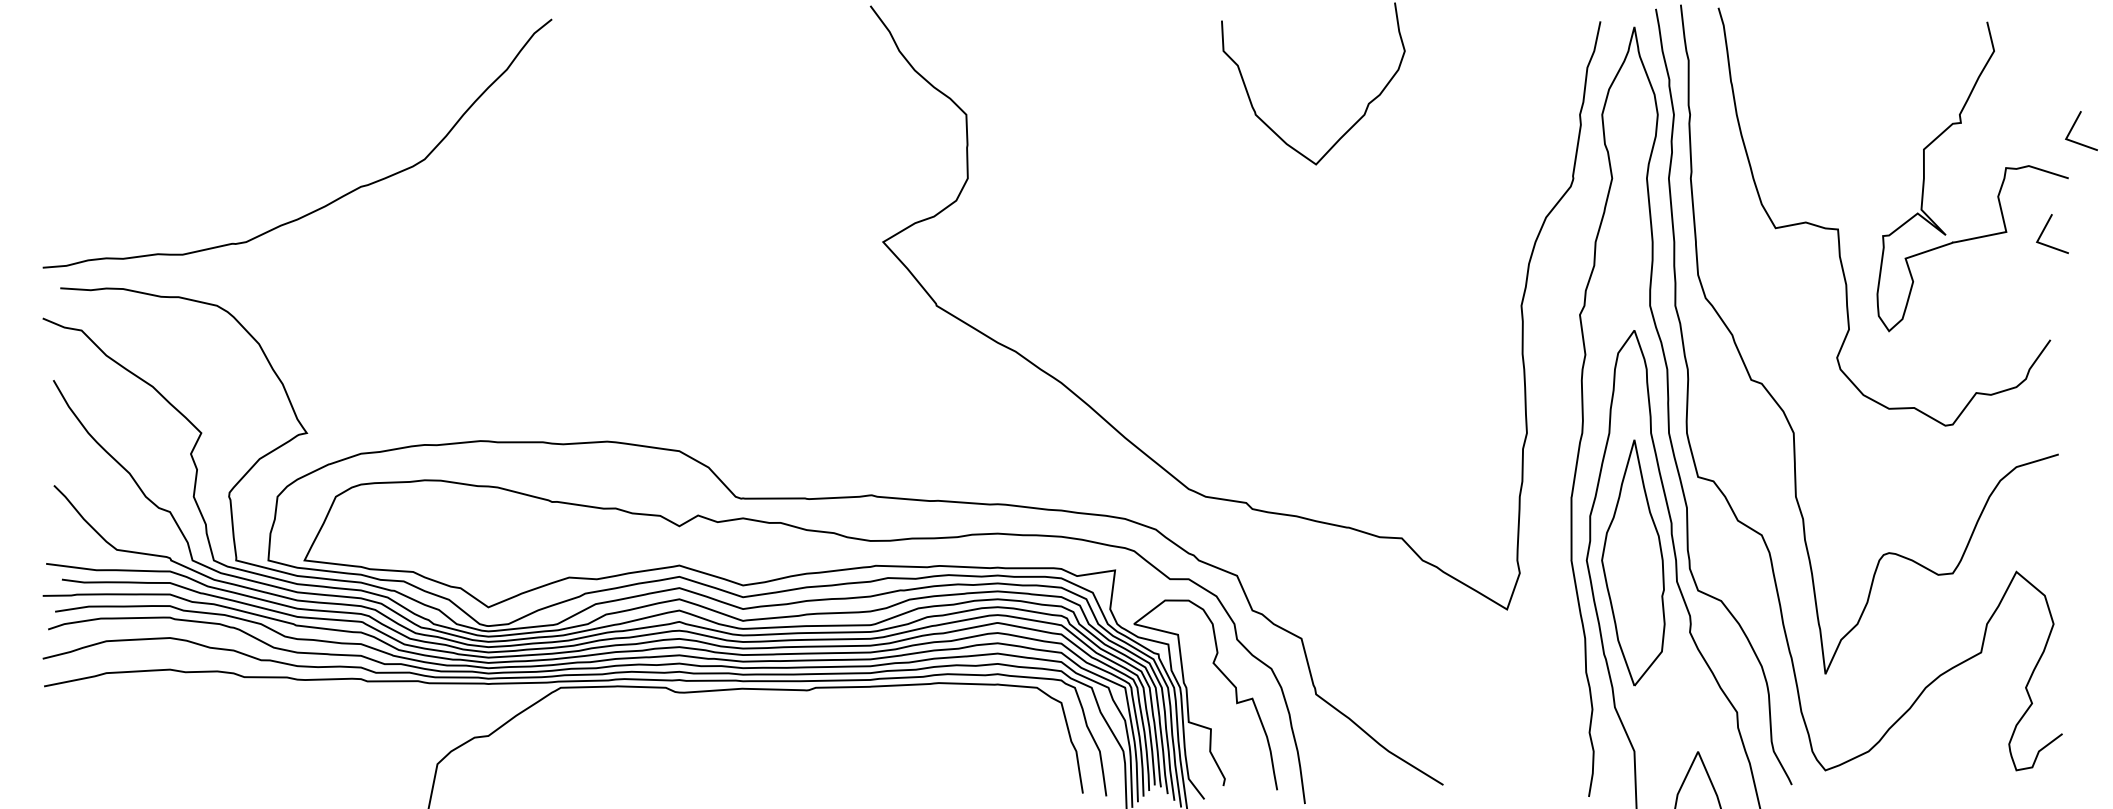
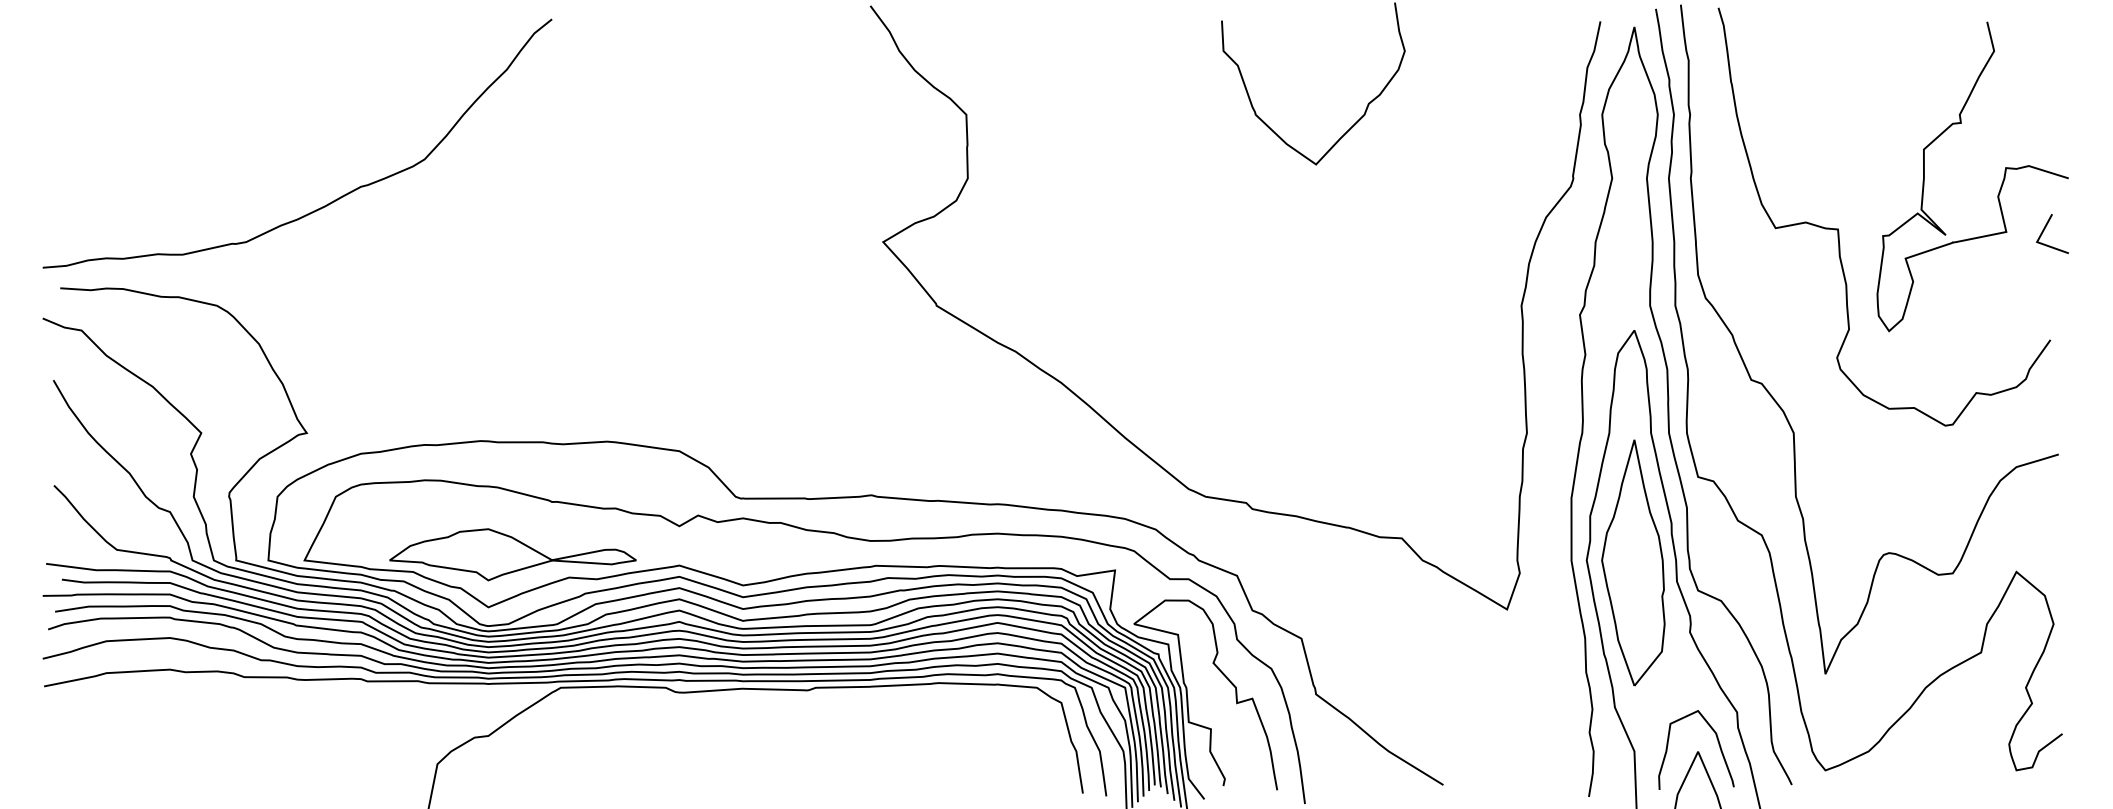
line at (2075, 124): present -> none
part at (512, 554): none -> present
curve at (1717, 741): none -> present
